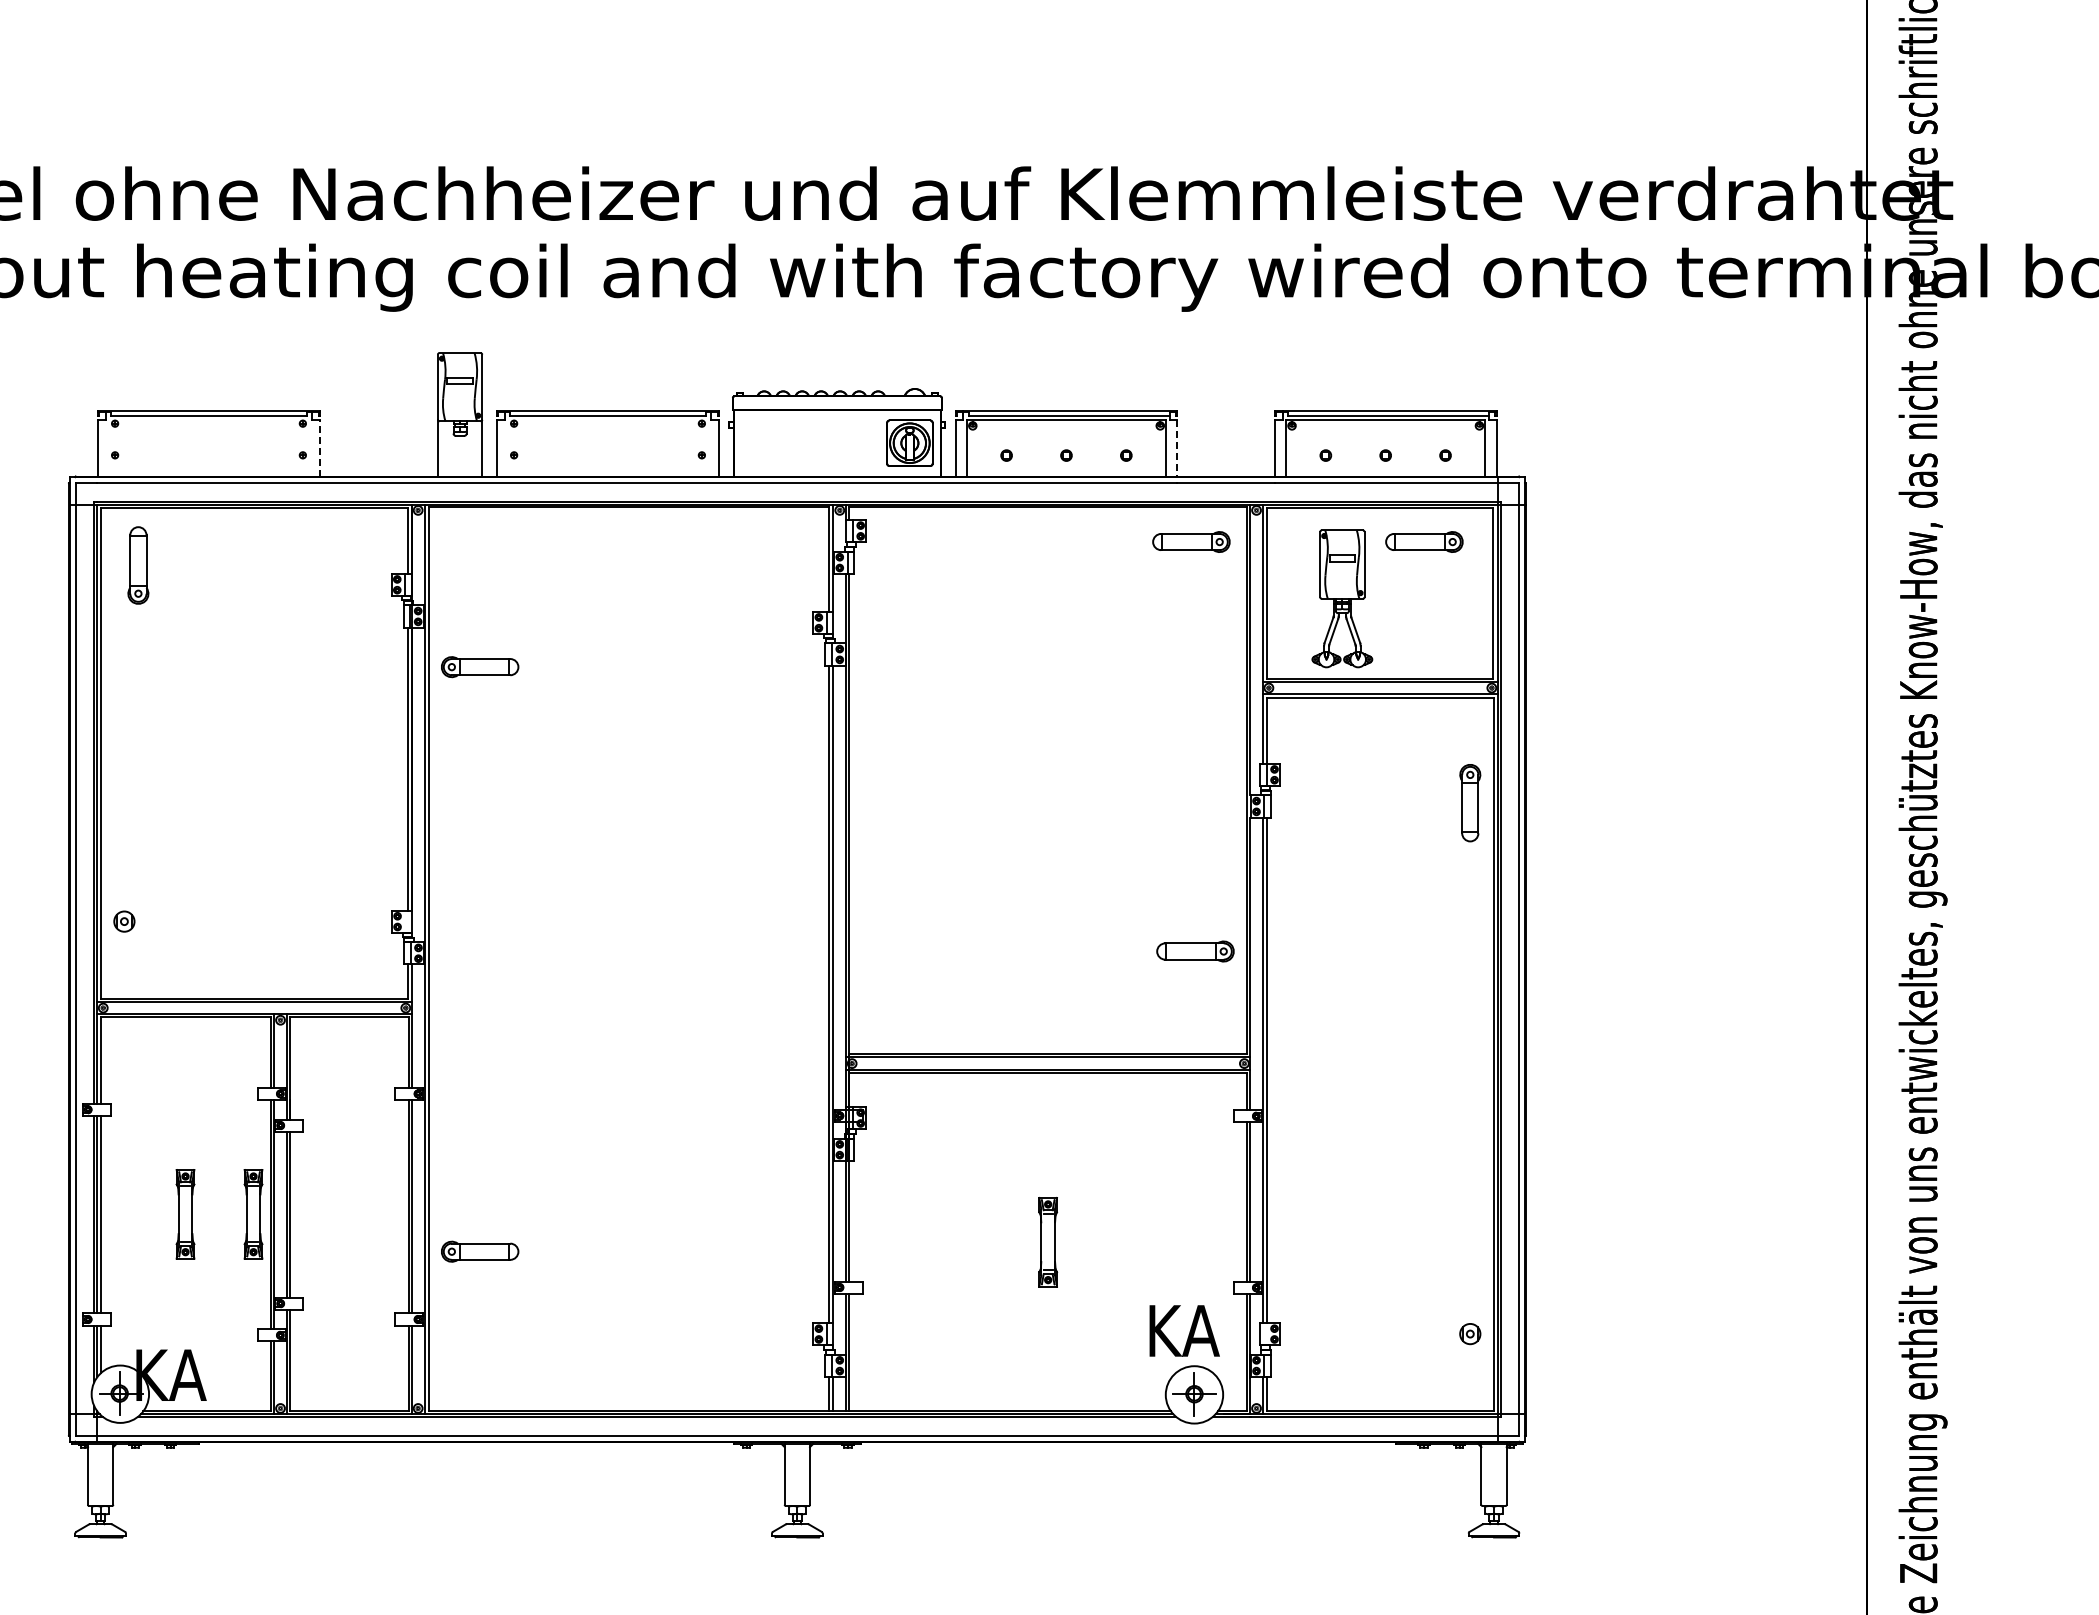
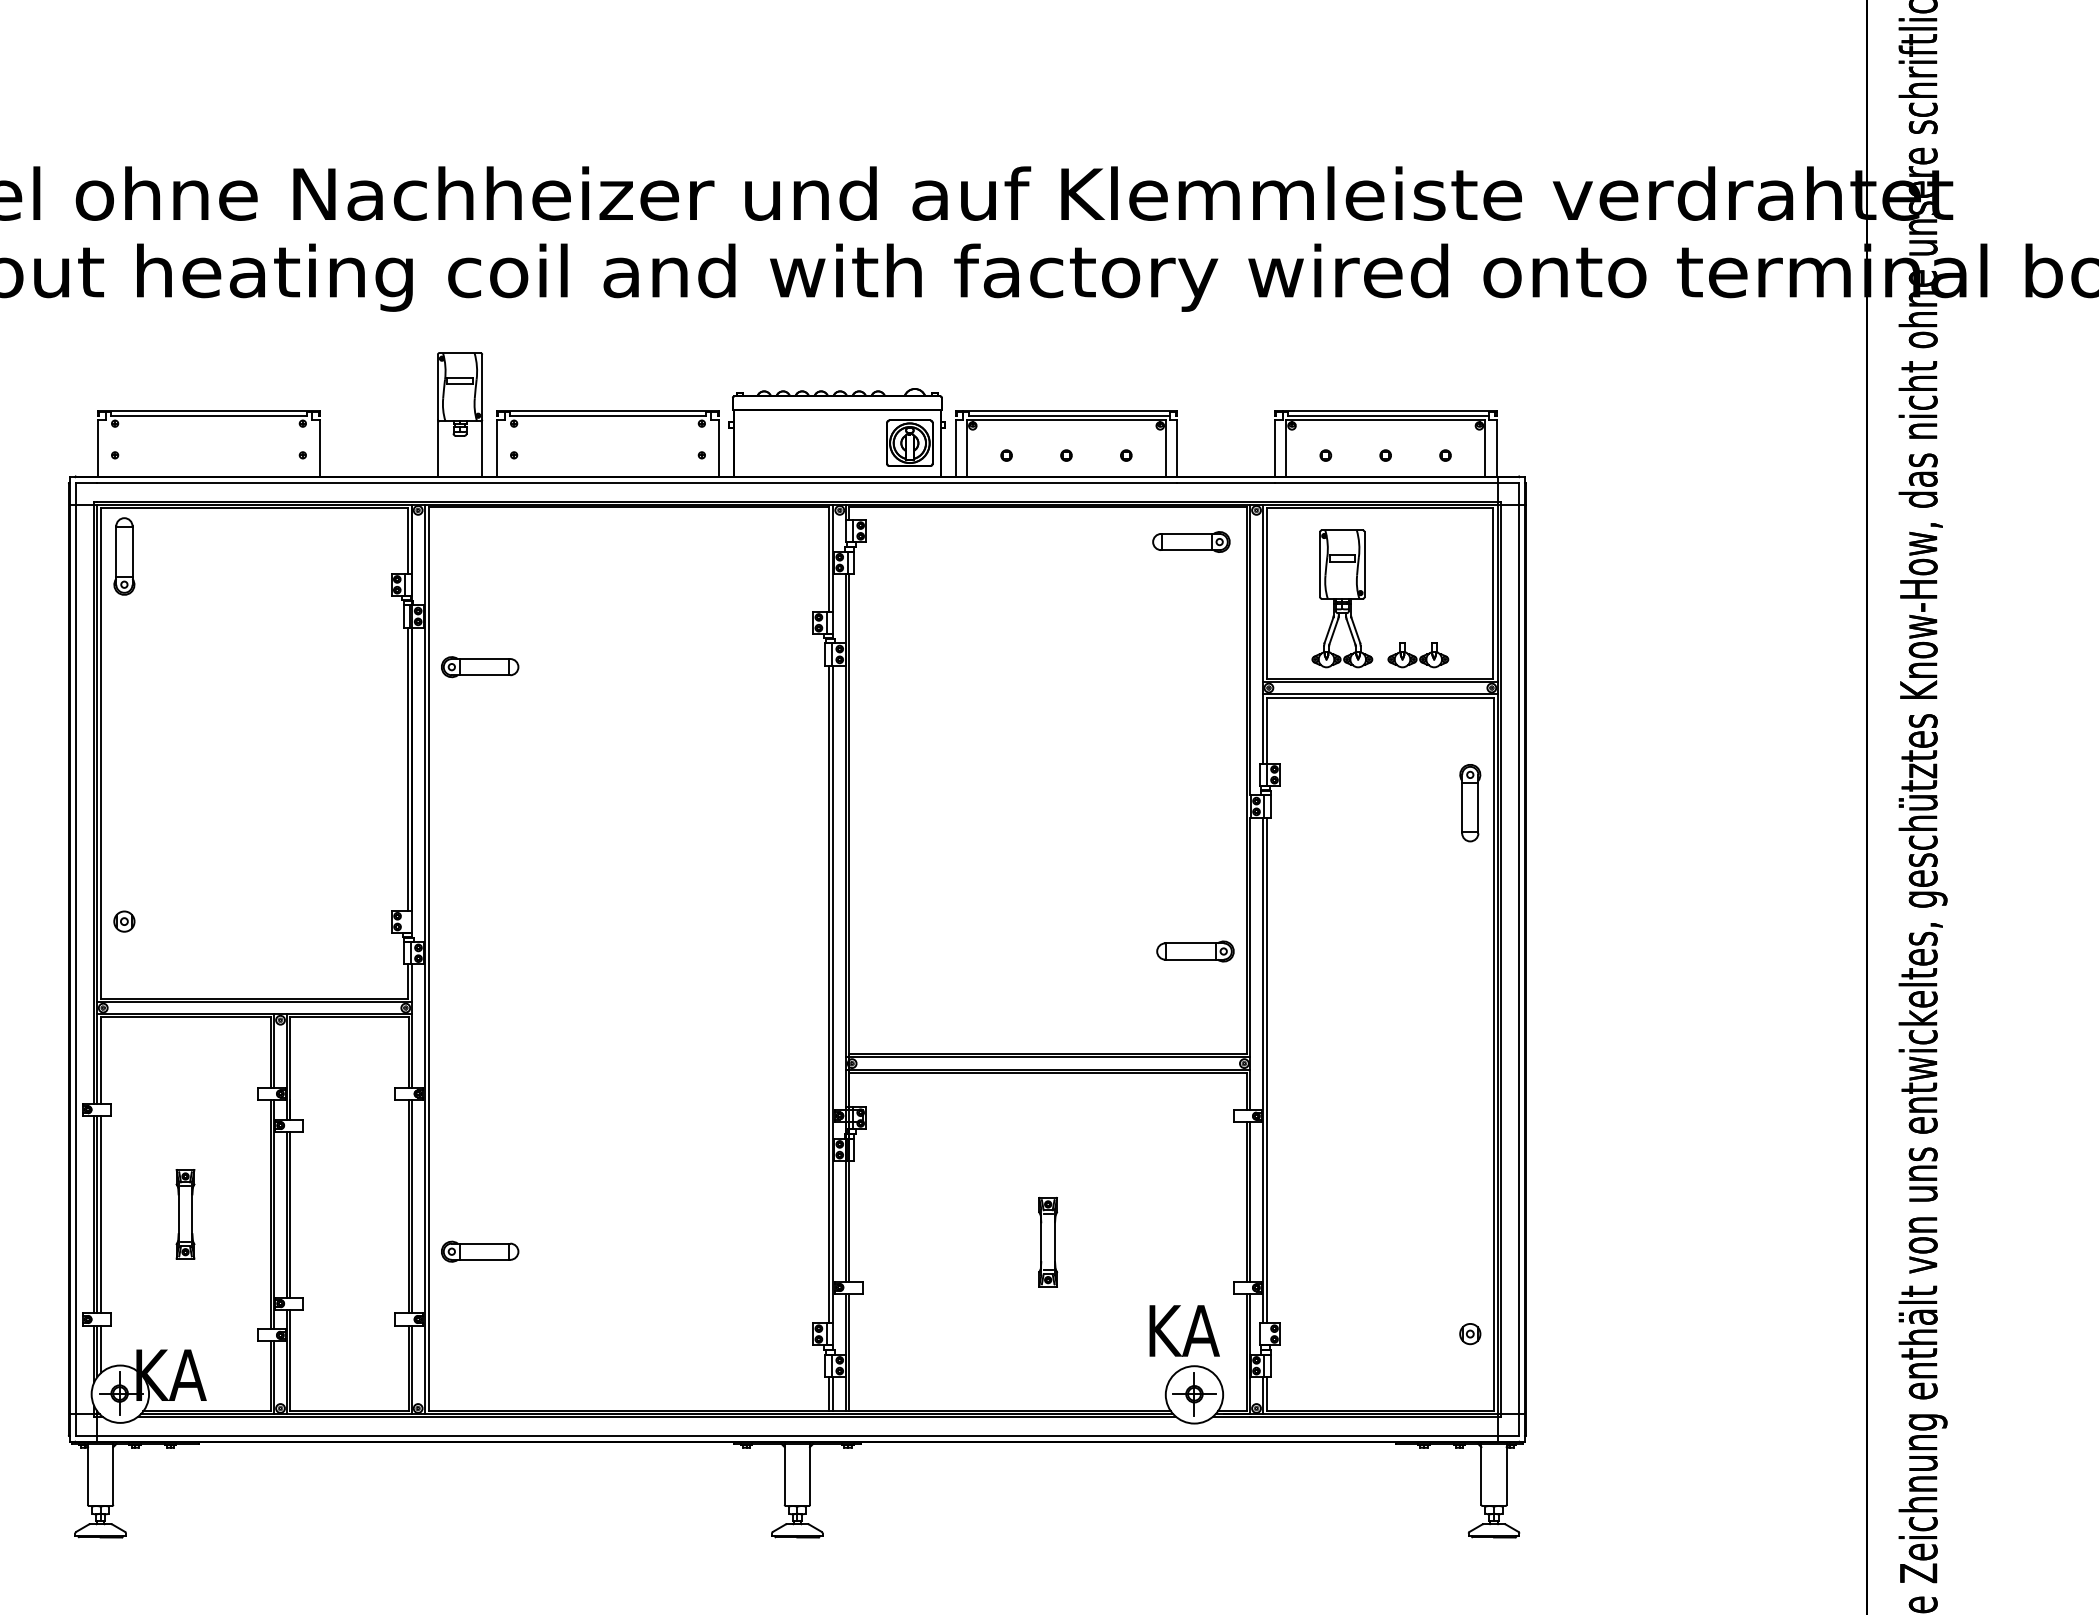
line at (319, 447): dashed -> solid
line at (1177, 448): dashed -> solid
part at (1424, 541): present -> none
part at (138, 565) position: (138, 565) -> (124, 556)
part at (1418, 655): none -> present
part at (253, 1214): present -> none
